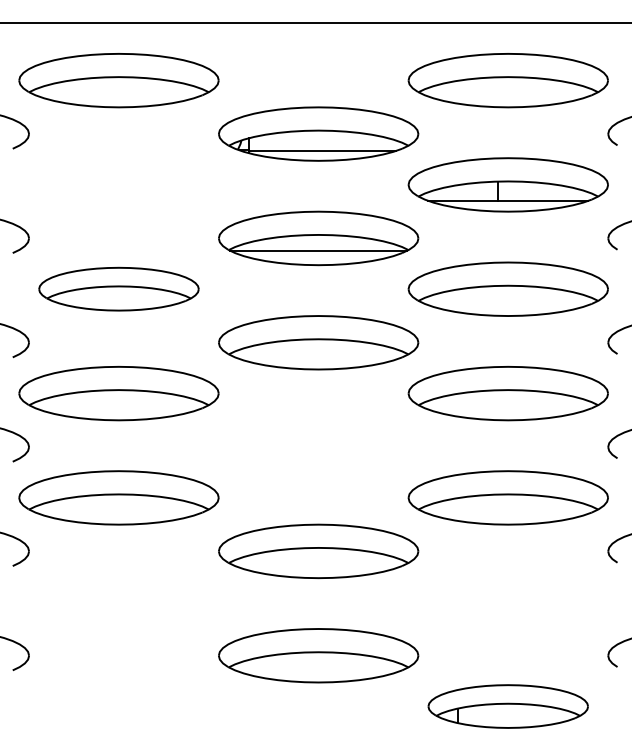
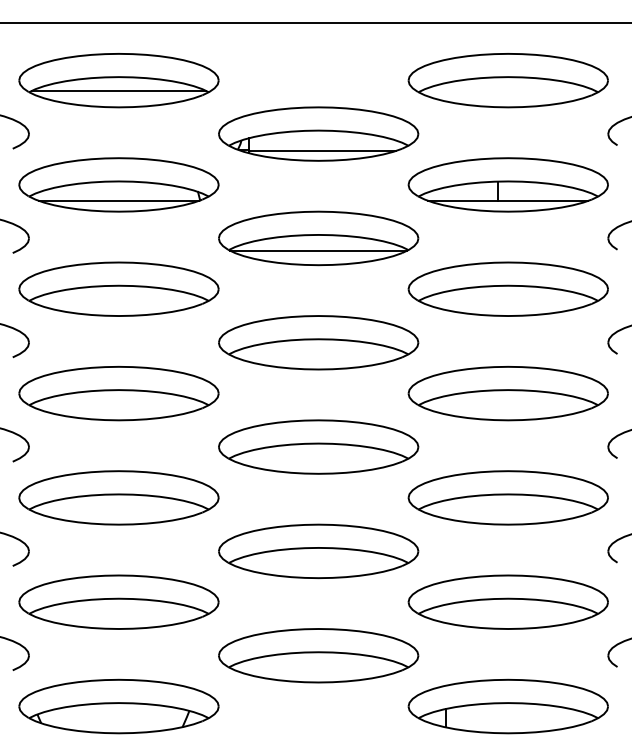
line at (118, 90): none -> present
part at (118, 184): none -> present
part at (118, 288) size: 162x46 px -> 202x56 px
part at (318, 446): none -> present
part at (118, 601): none -> present
part at (507, 601): none -> present
part at (118, 706): none -> present
part at (507, 706) size: 162x45 px -> 202x57 px
